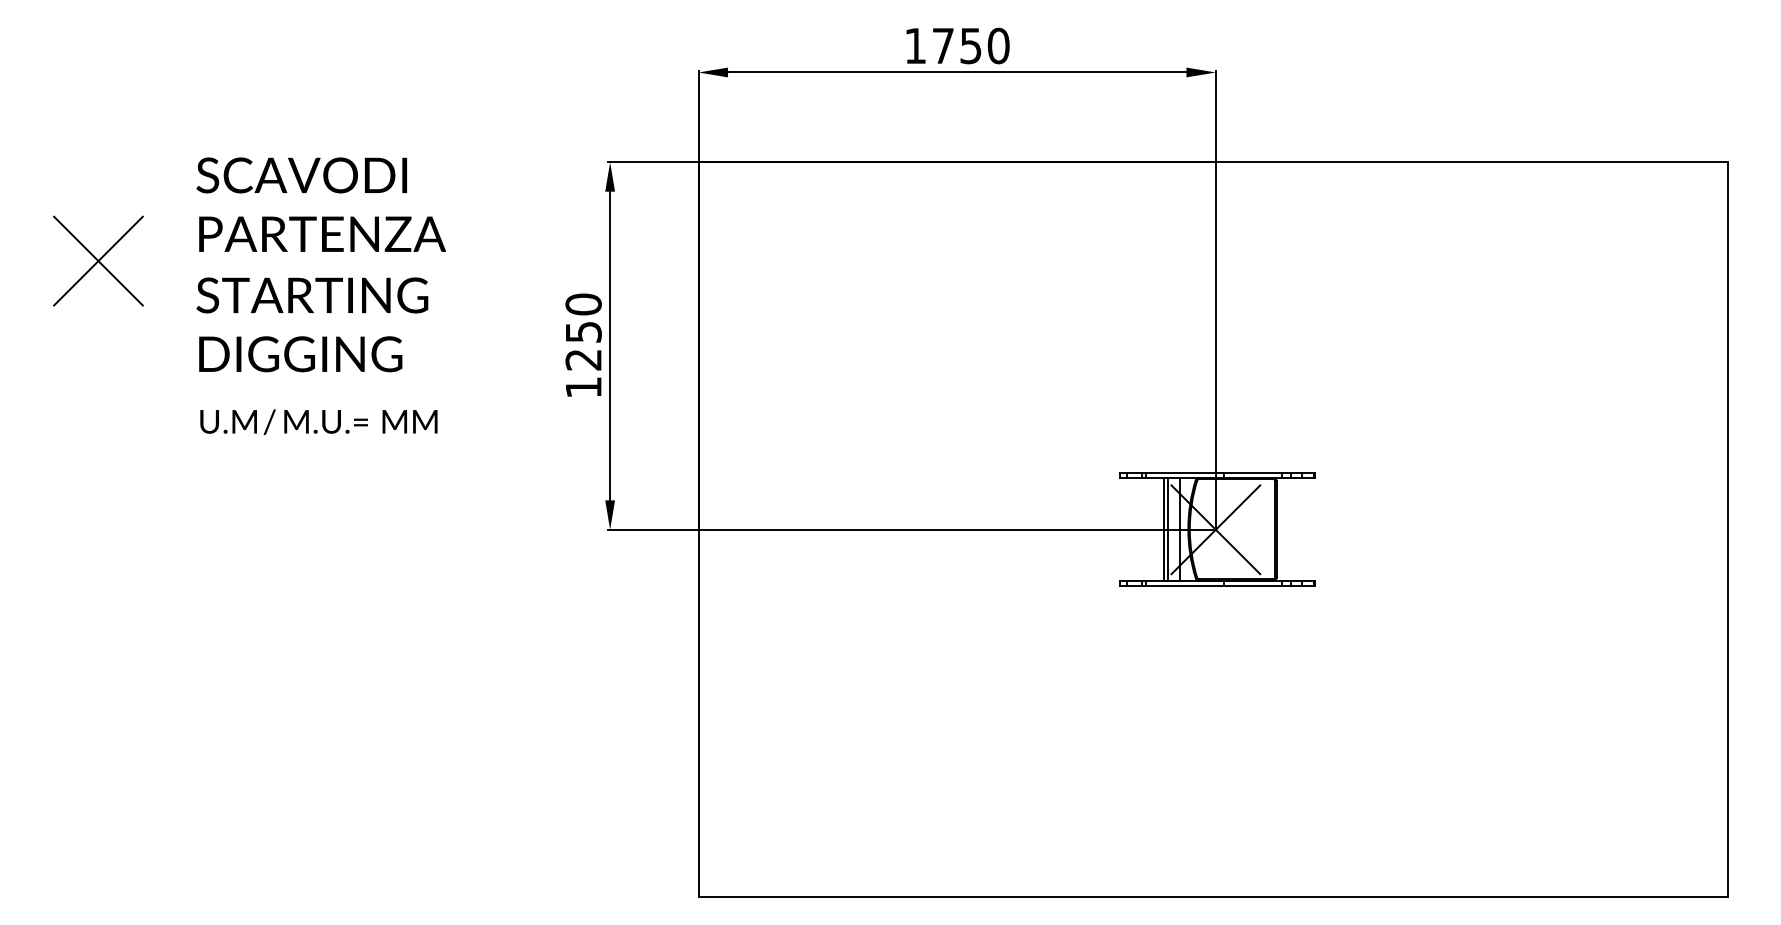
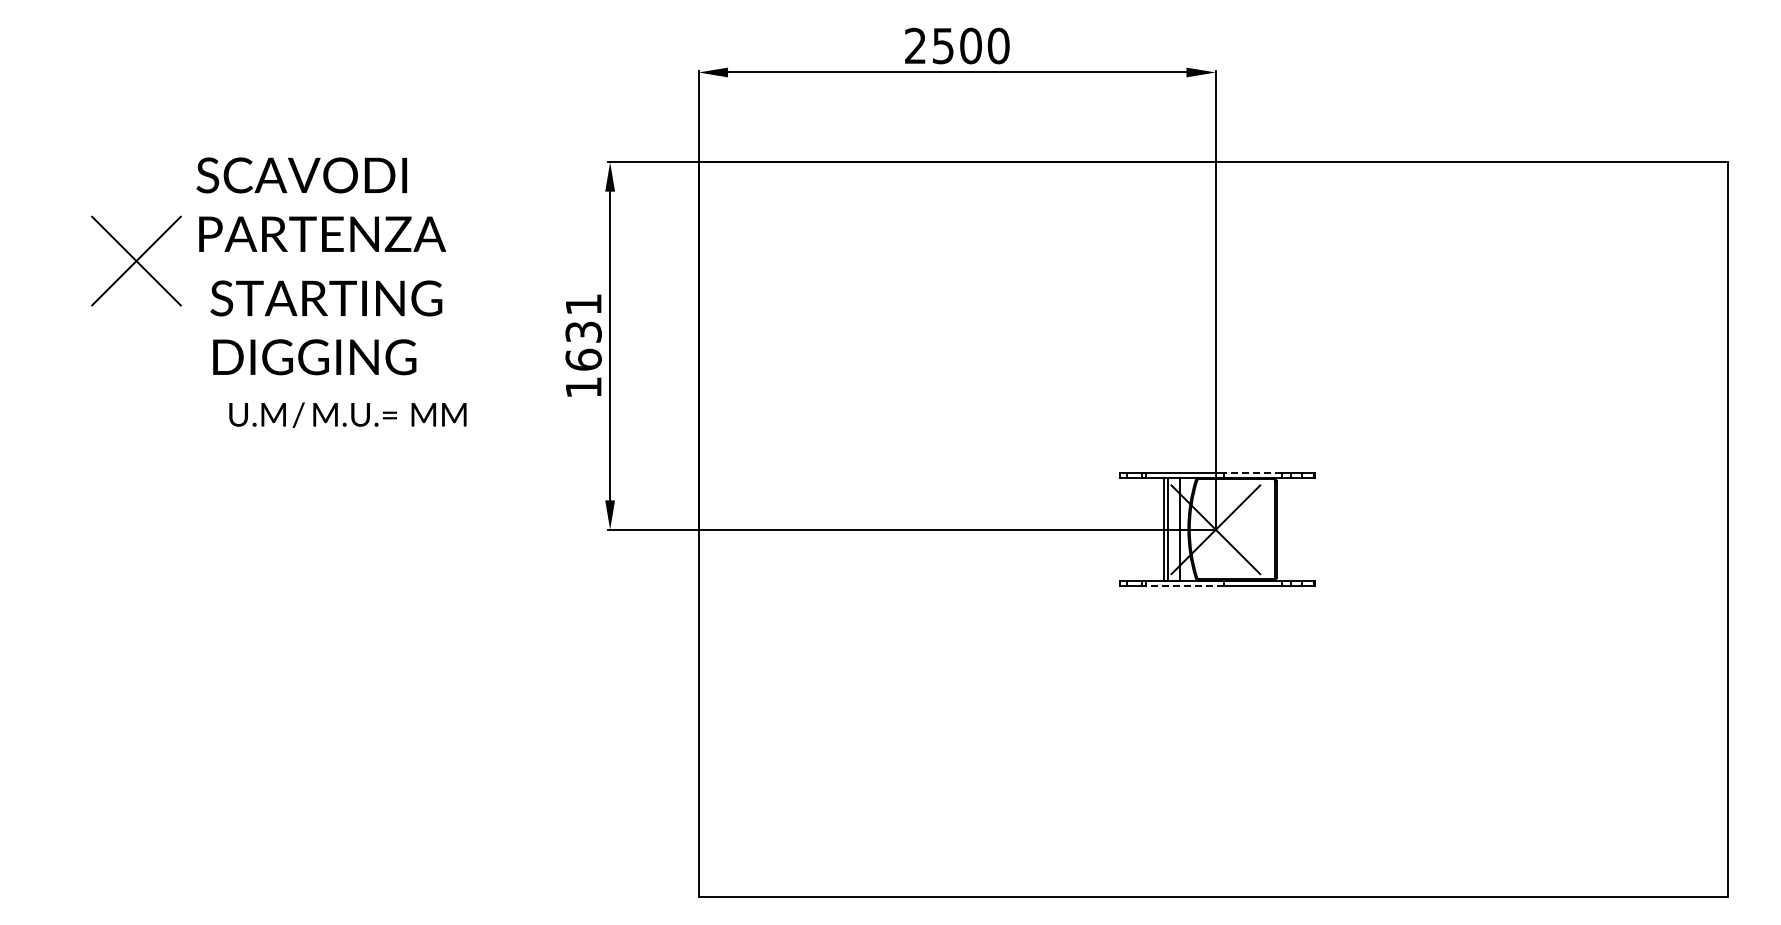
text at (943, 45): 1750 -> 2500
part at (98, 260) position: (98, 260) -> (136, 260)
text at (312, 324) position: (312, 324) -> (326, 327)
text at (583, 331): 1250 -> 1631
text at (318, 421) position: (318, 421) -> (347, 414)
line at (1252, 472): solid -> dashed
line at (1184, 586): solid -> dashed
